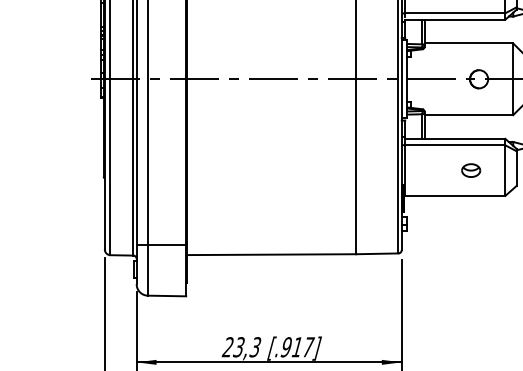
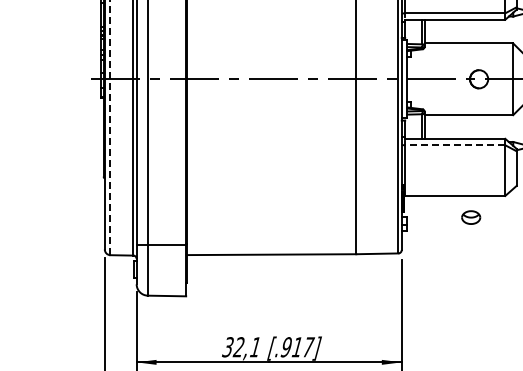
line at (110, 127): solid -> dashed
line at (454, 145): solid -> dashed
part at (471, 170) position: (471, 170) -> (471, 217)
text at (241, 347): 23,3 -> 32,1
